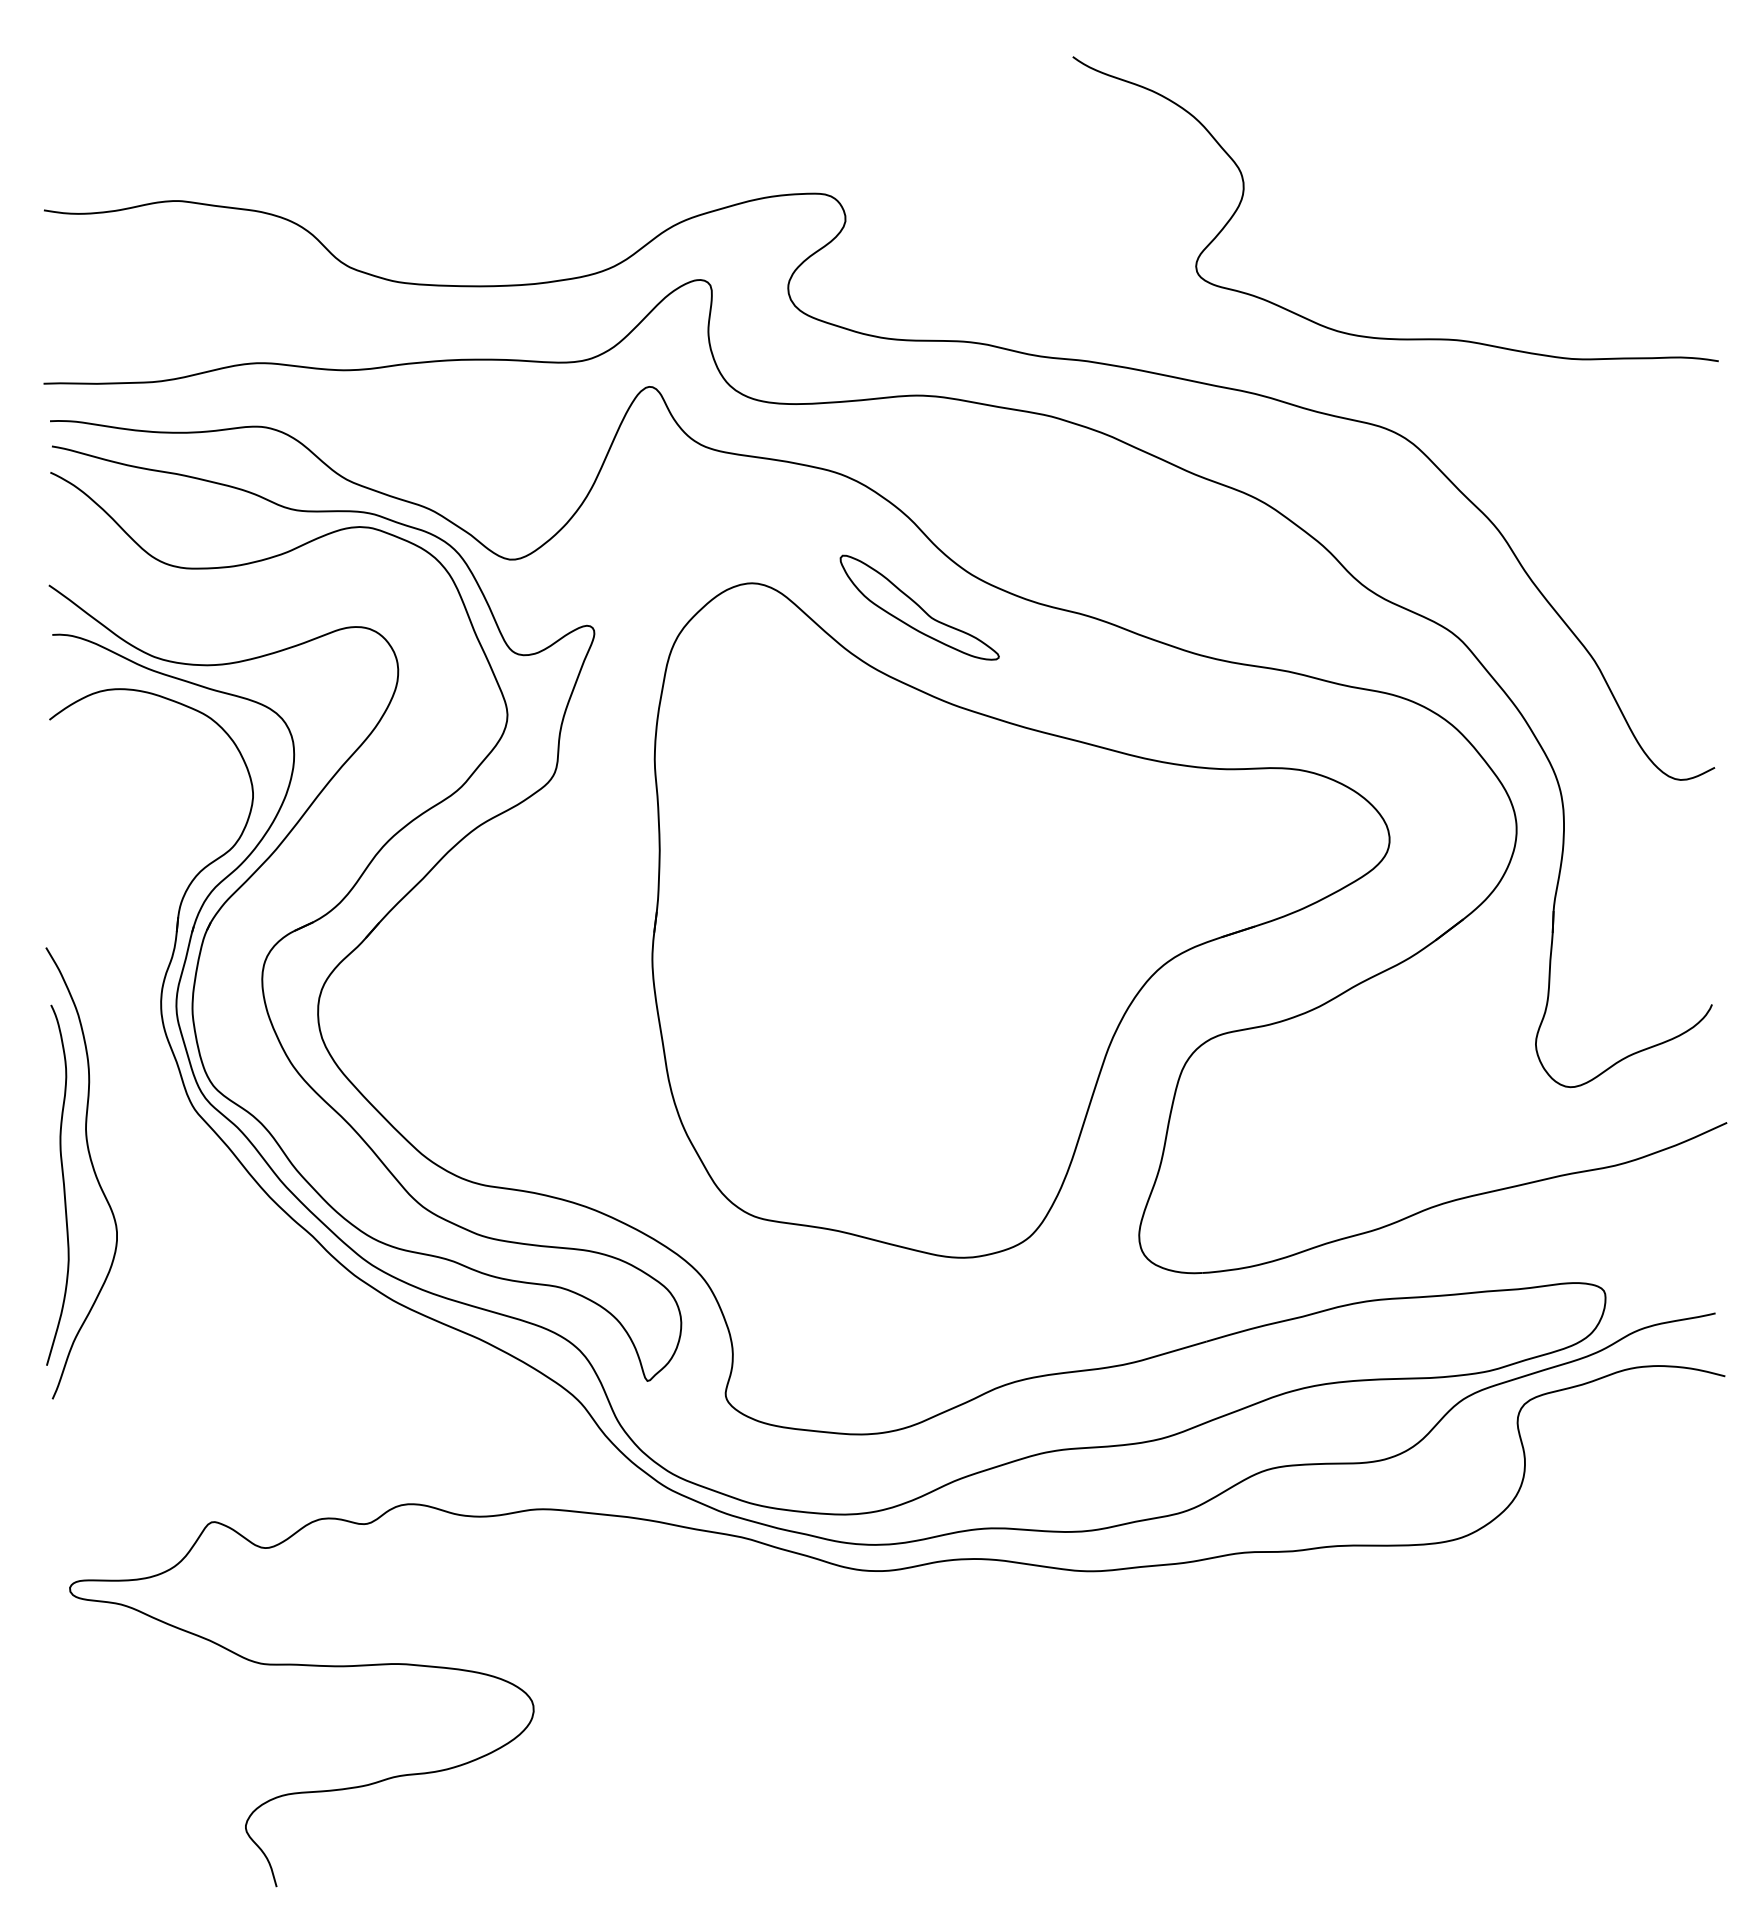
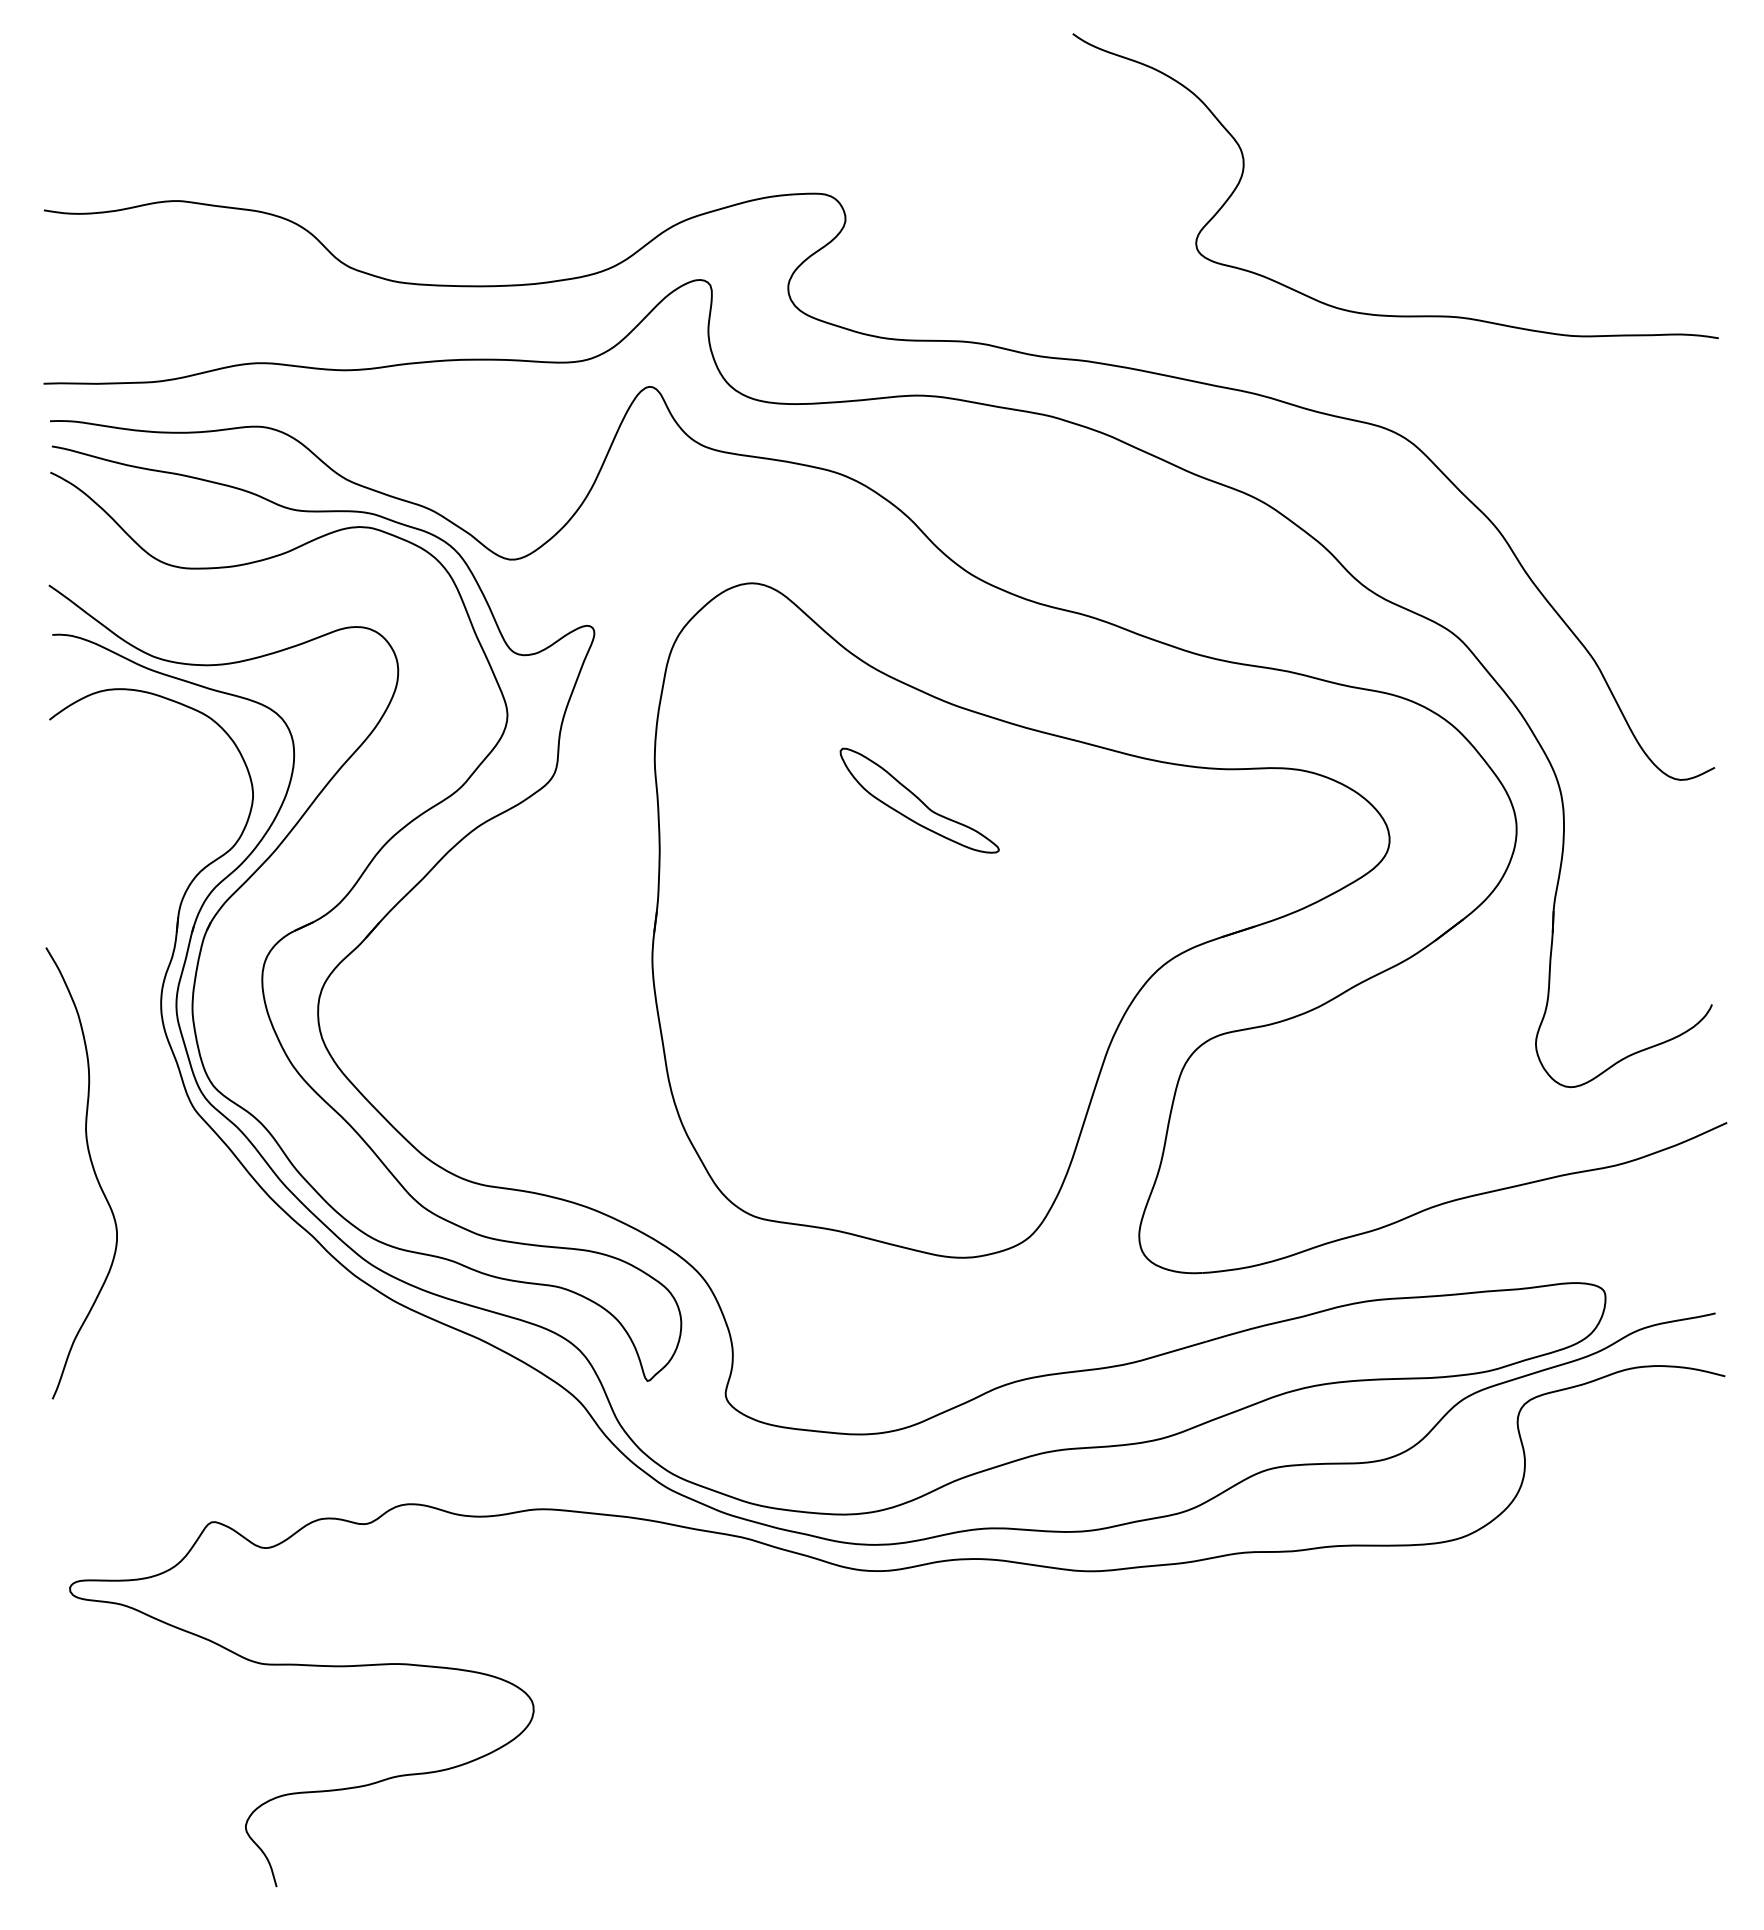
curve at (1385, 337) position: (1385, 337) -> (1385, 314)
part at (919, 607) position: (919, 607) -> (919, 800)
curve at (62, 1182): present -> none
